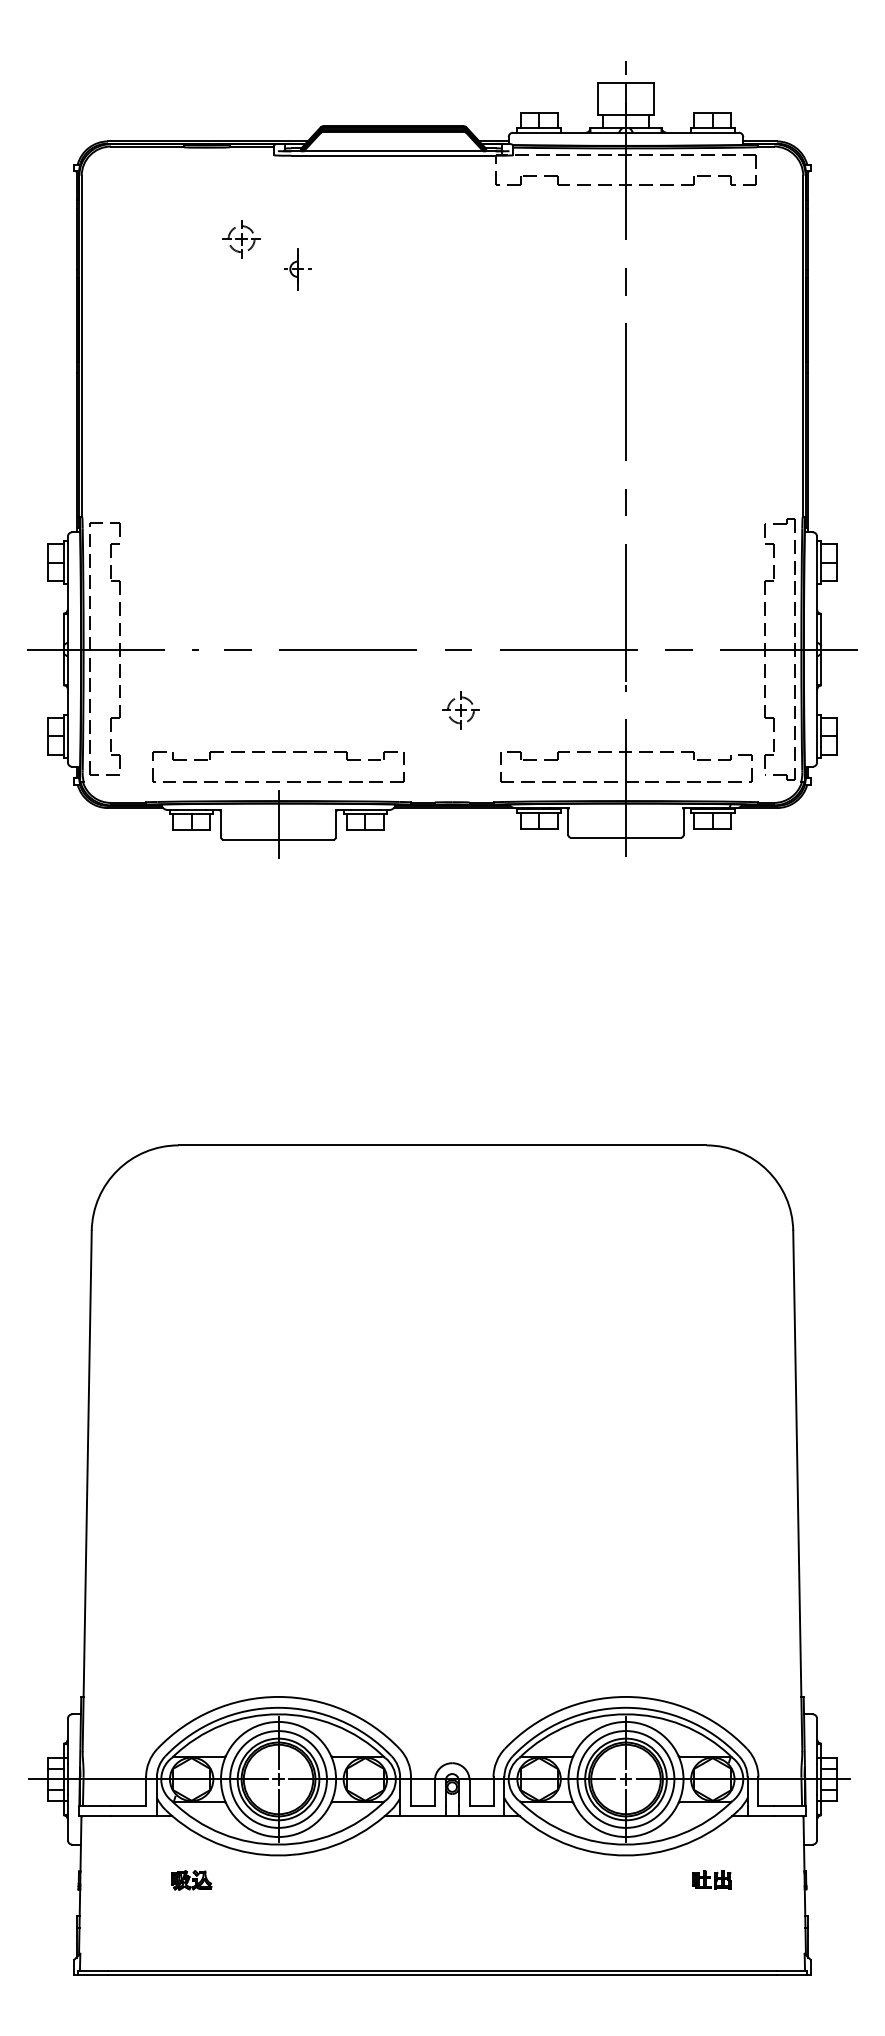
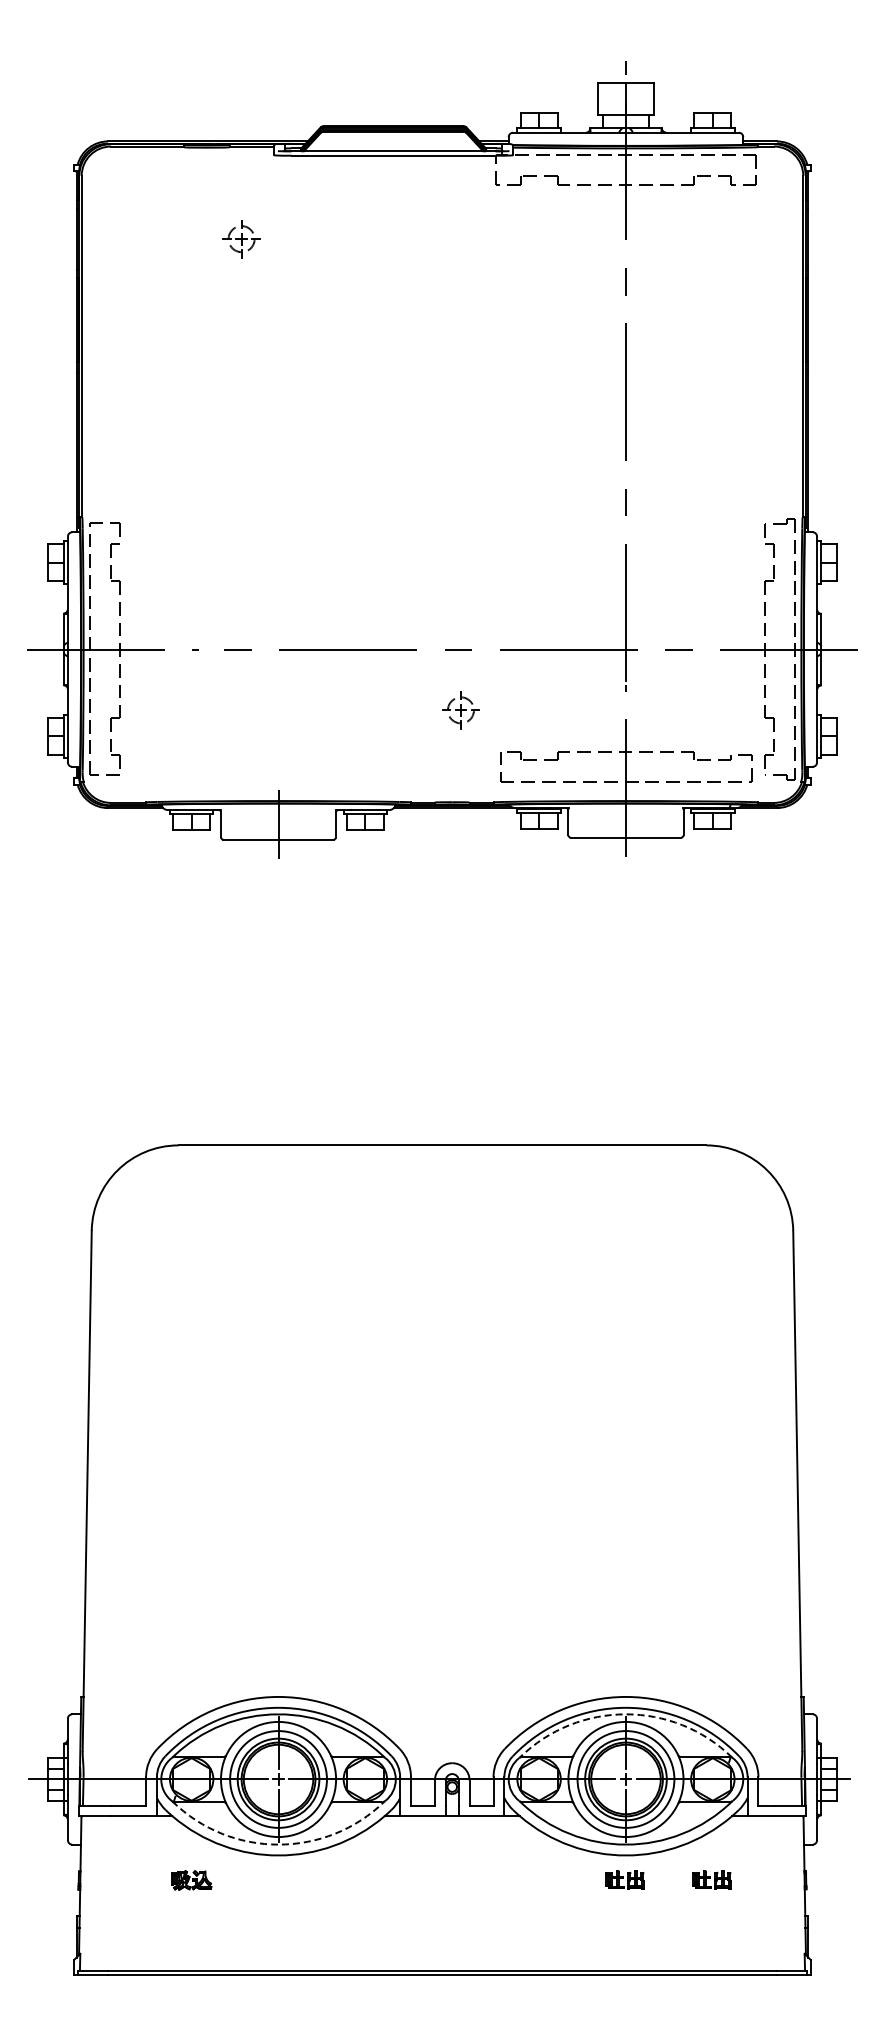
part at (297, 269): present -> none
part at (278, 752): present -> none
arc at (625, 1714): solid -> dashed
arc at (278, 1844): solid -> dashed
part at (624, 1879): none -> present
